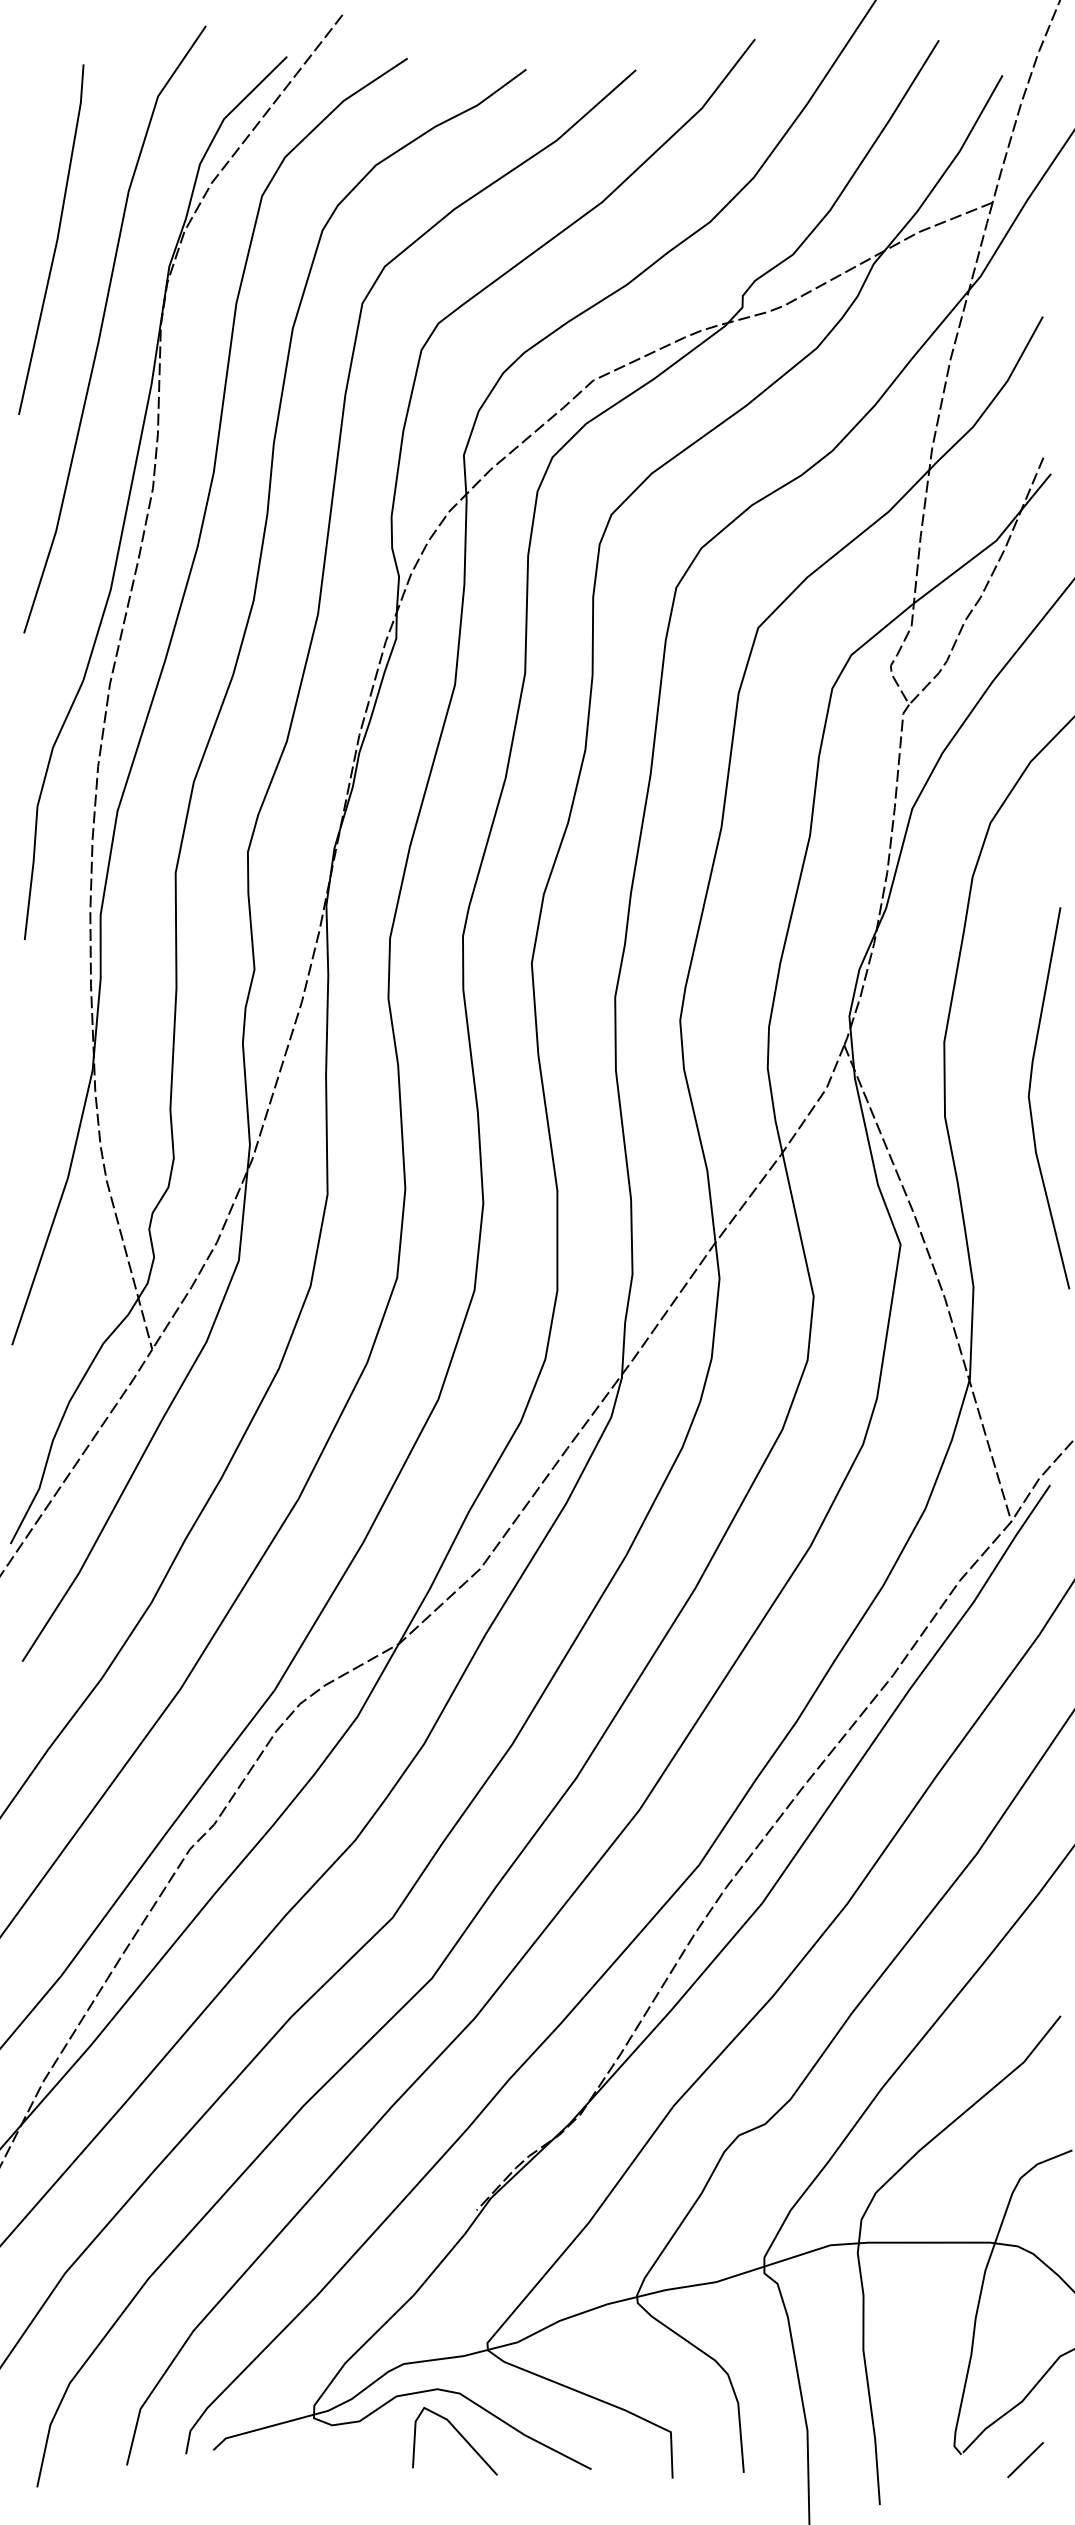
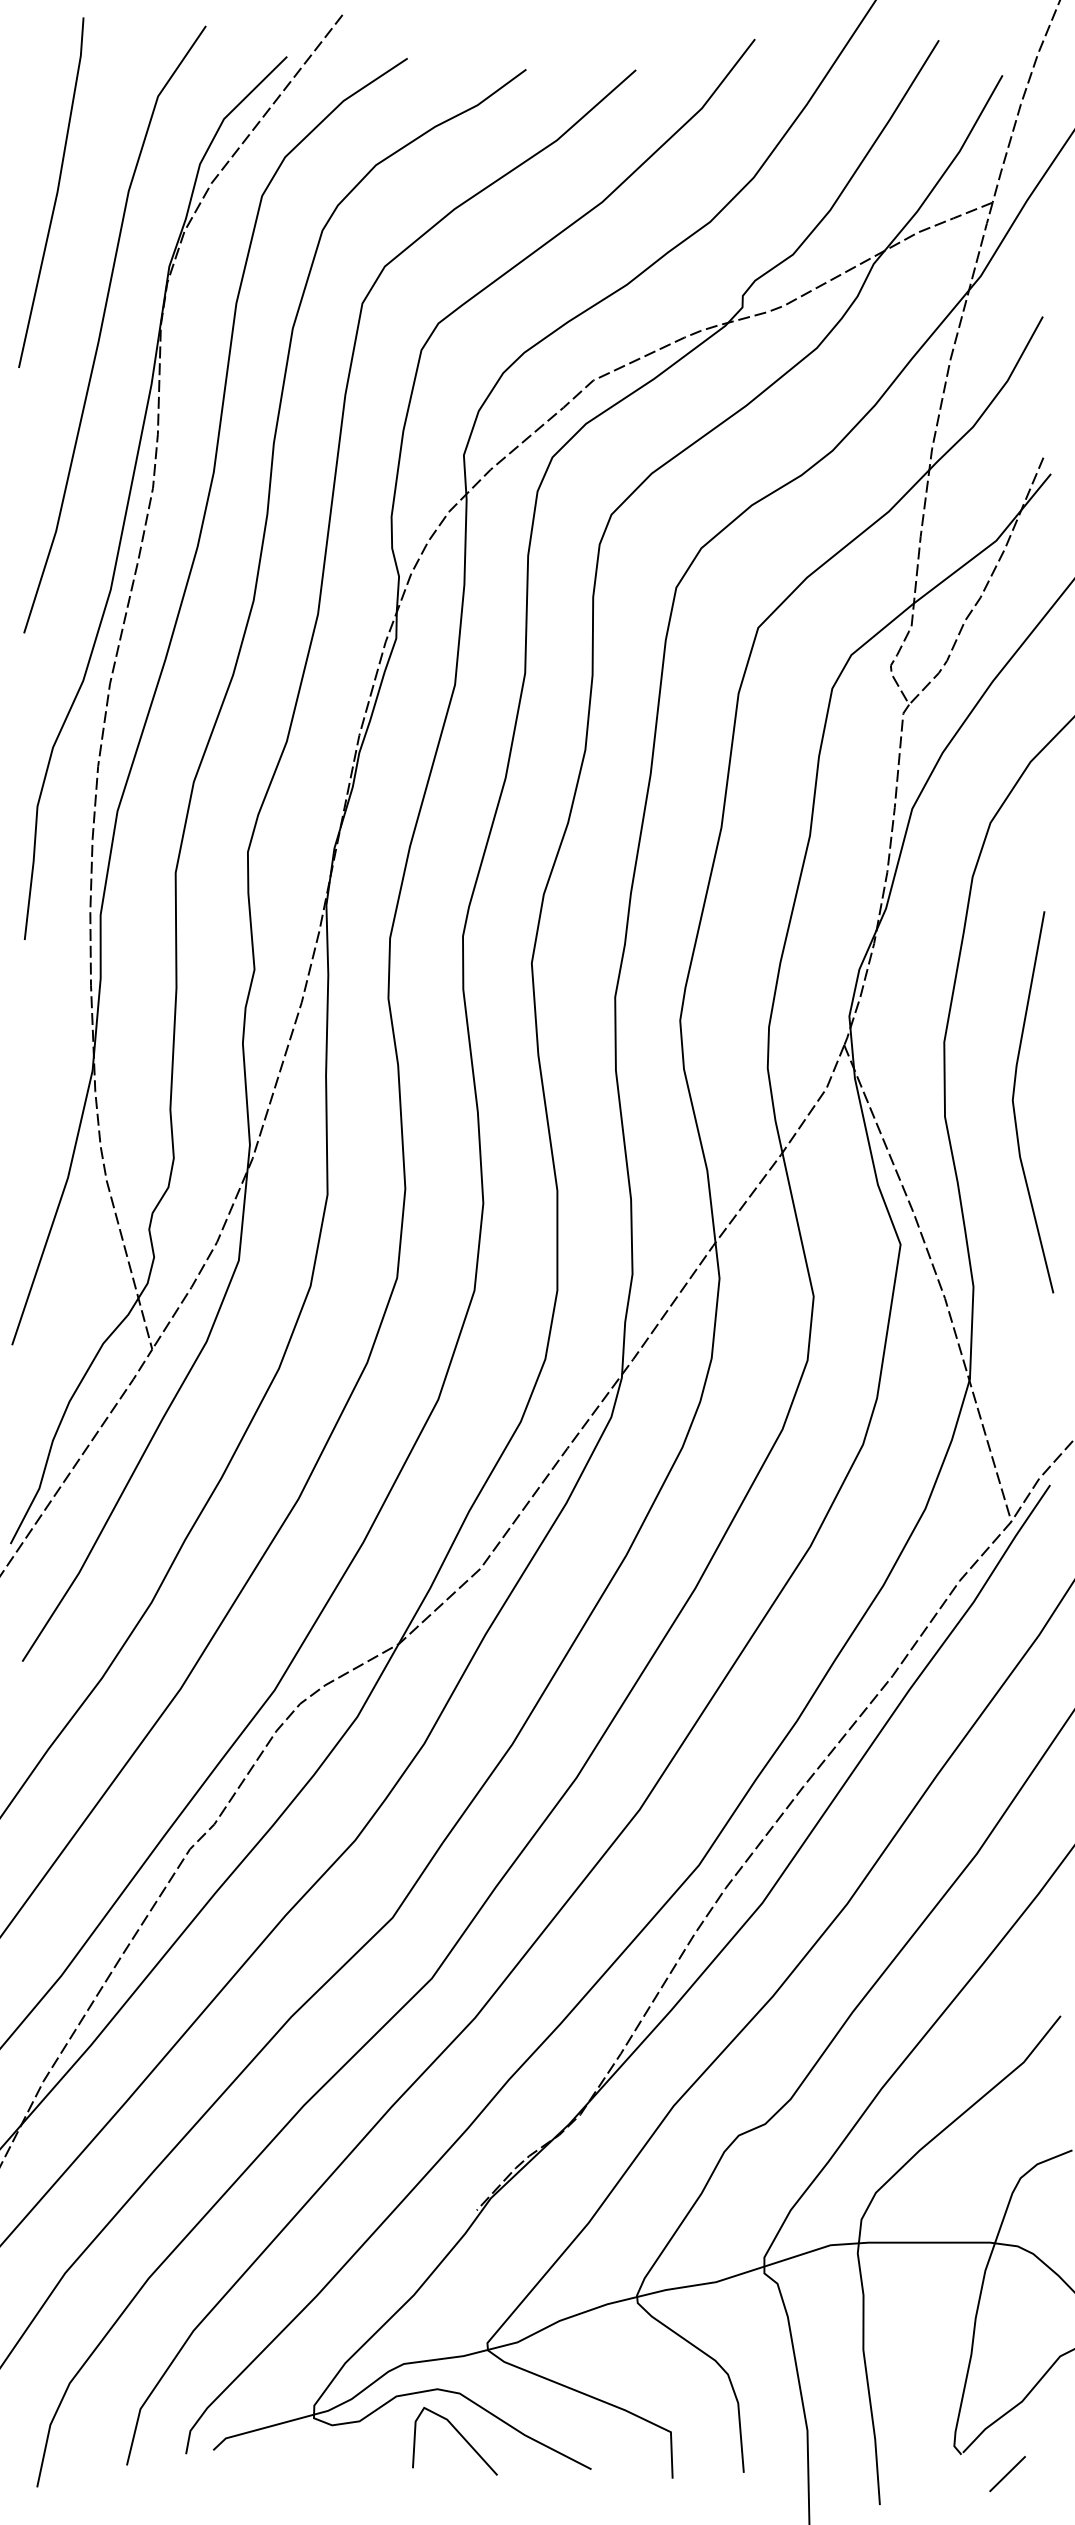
line at (56, 239) position: (56, 239) -> (56, 192)
line at (1030, 1099) position: (1030, 1099) -> (1014, 1103)
line at (1025, 2460) position: (1025, 2460) -> (1007, 2474)
